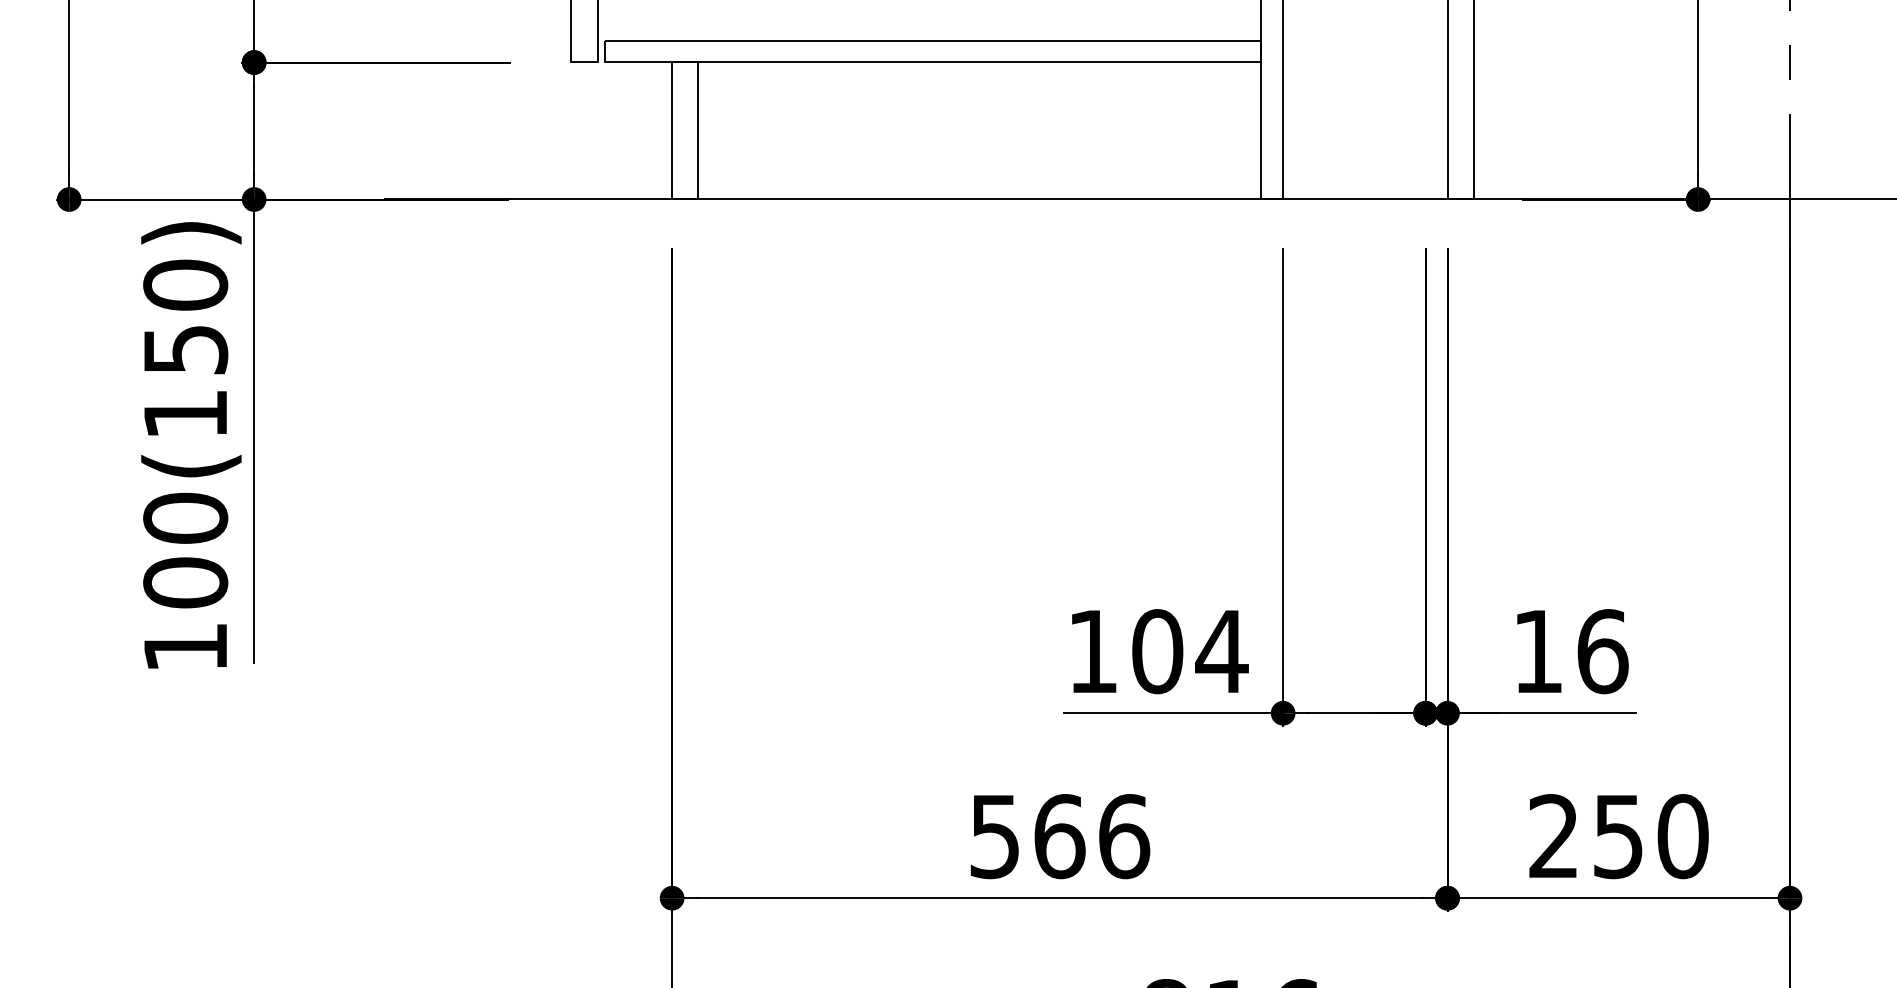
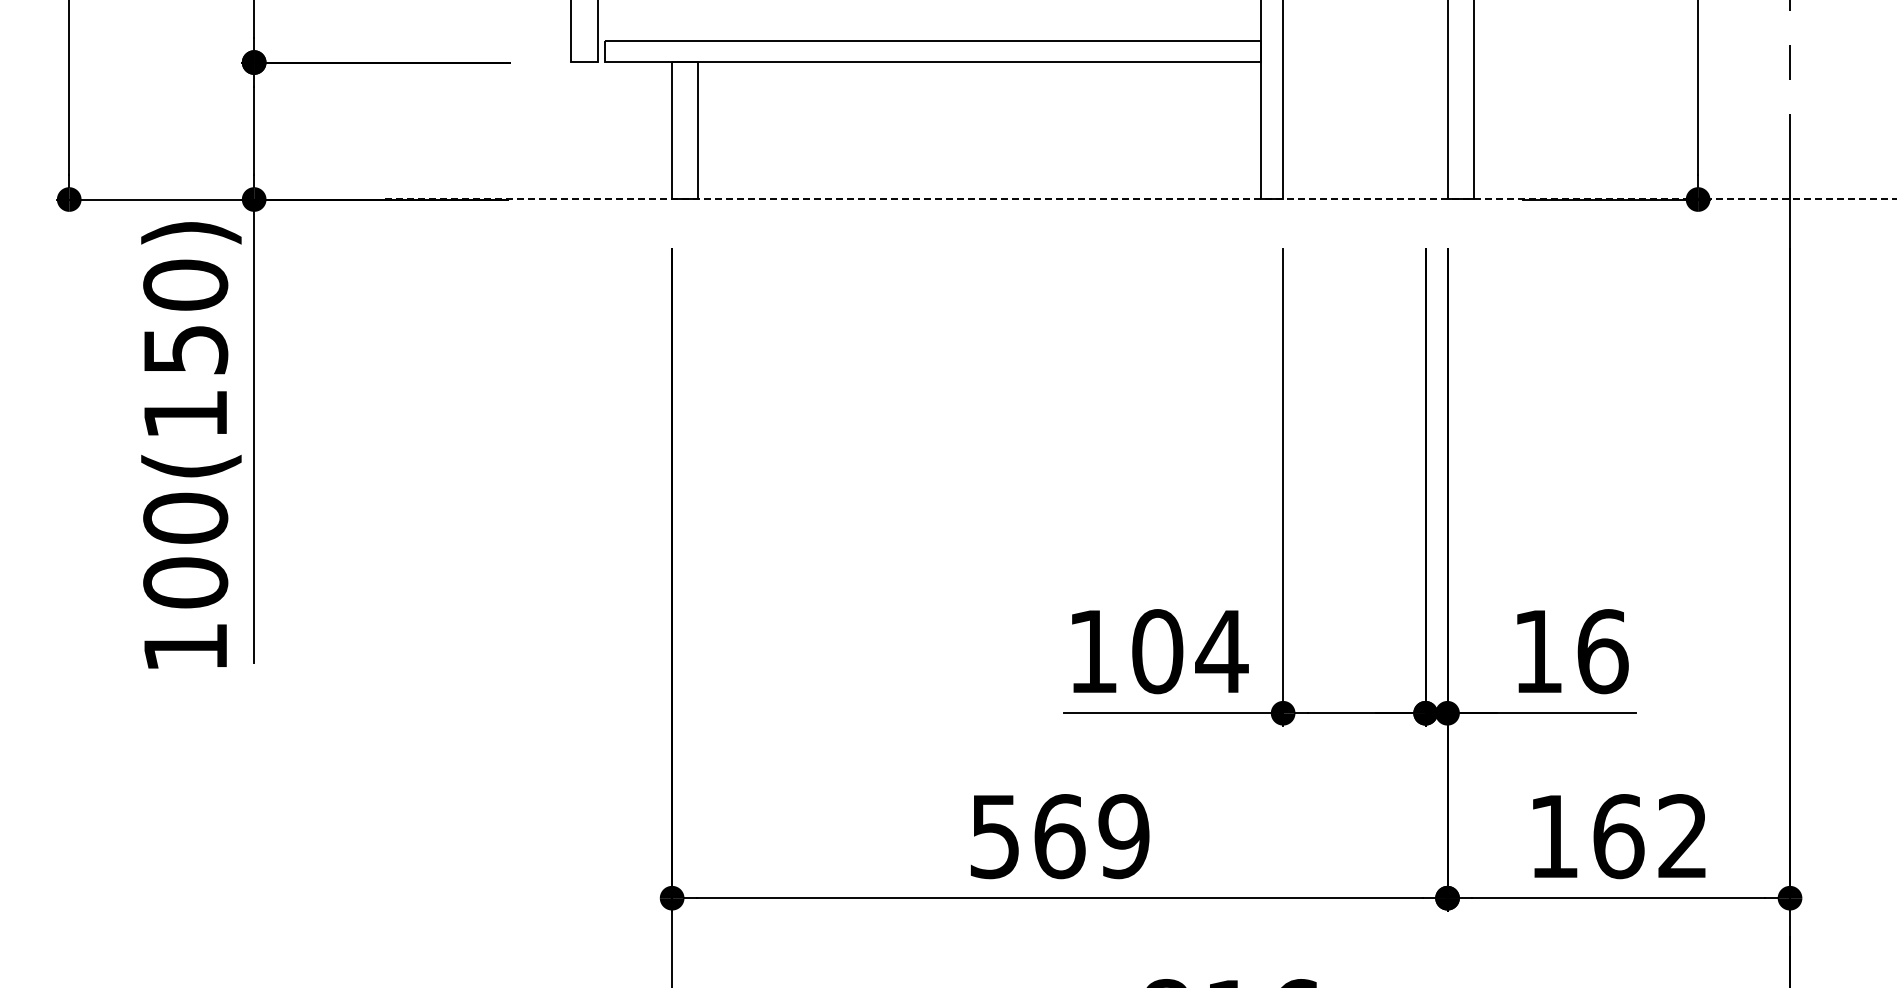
line at (1141, 199): solid -> dashed
text at (1124, 836): 566 -> 569
text at (1618, 836): 250 -> 162
